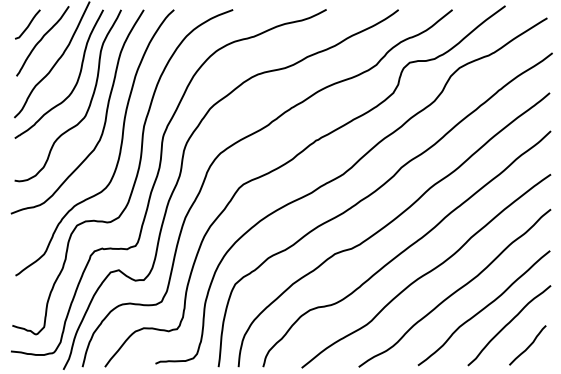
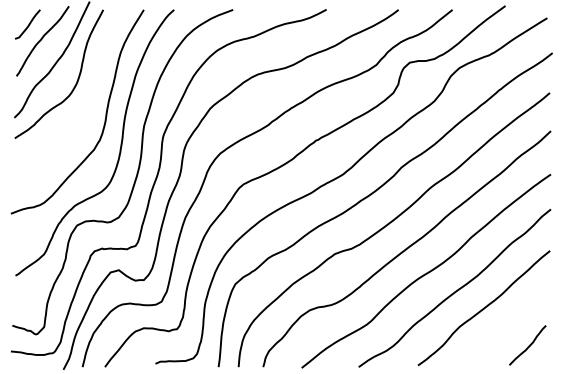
curve at (89, 102): present -> none
curve at (508, 324): present -> none
